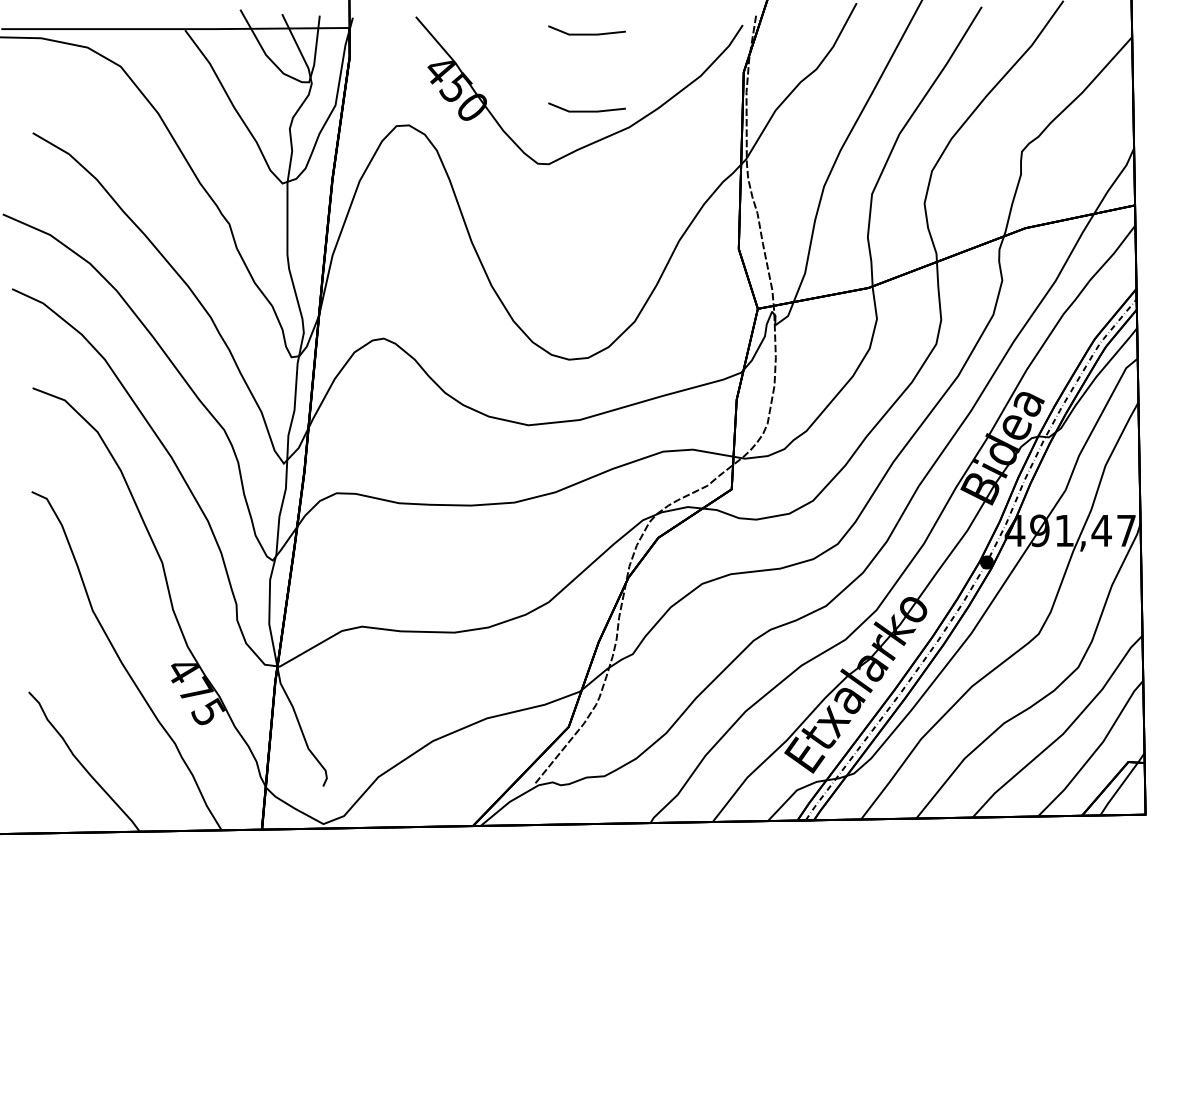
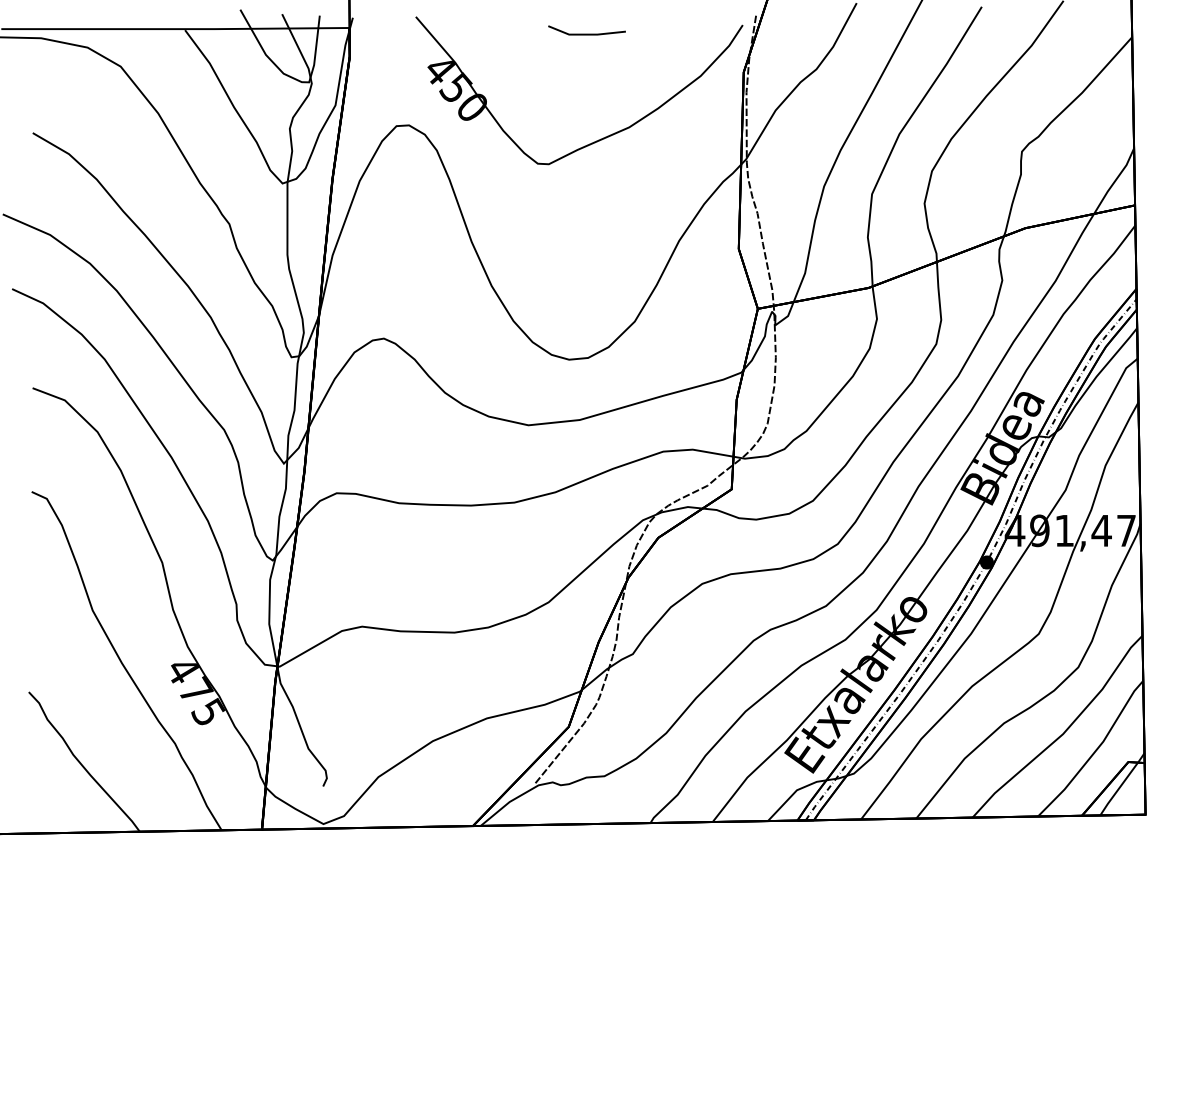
line at (586, 110): present -> none
